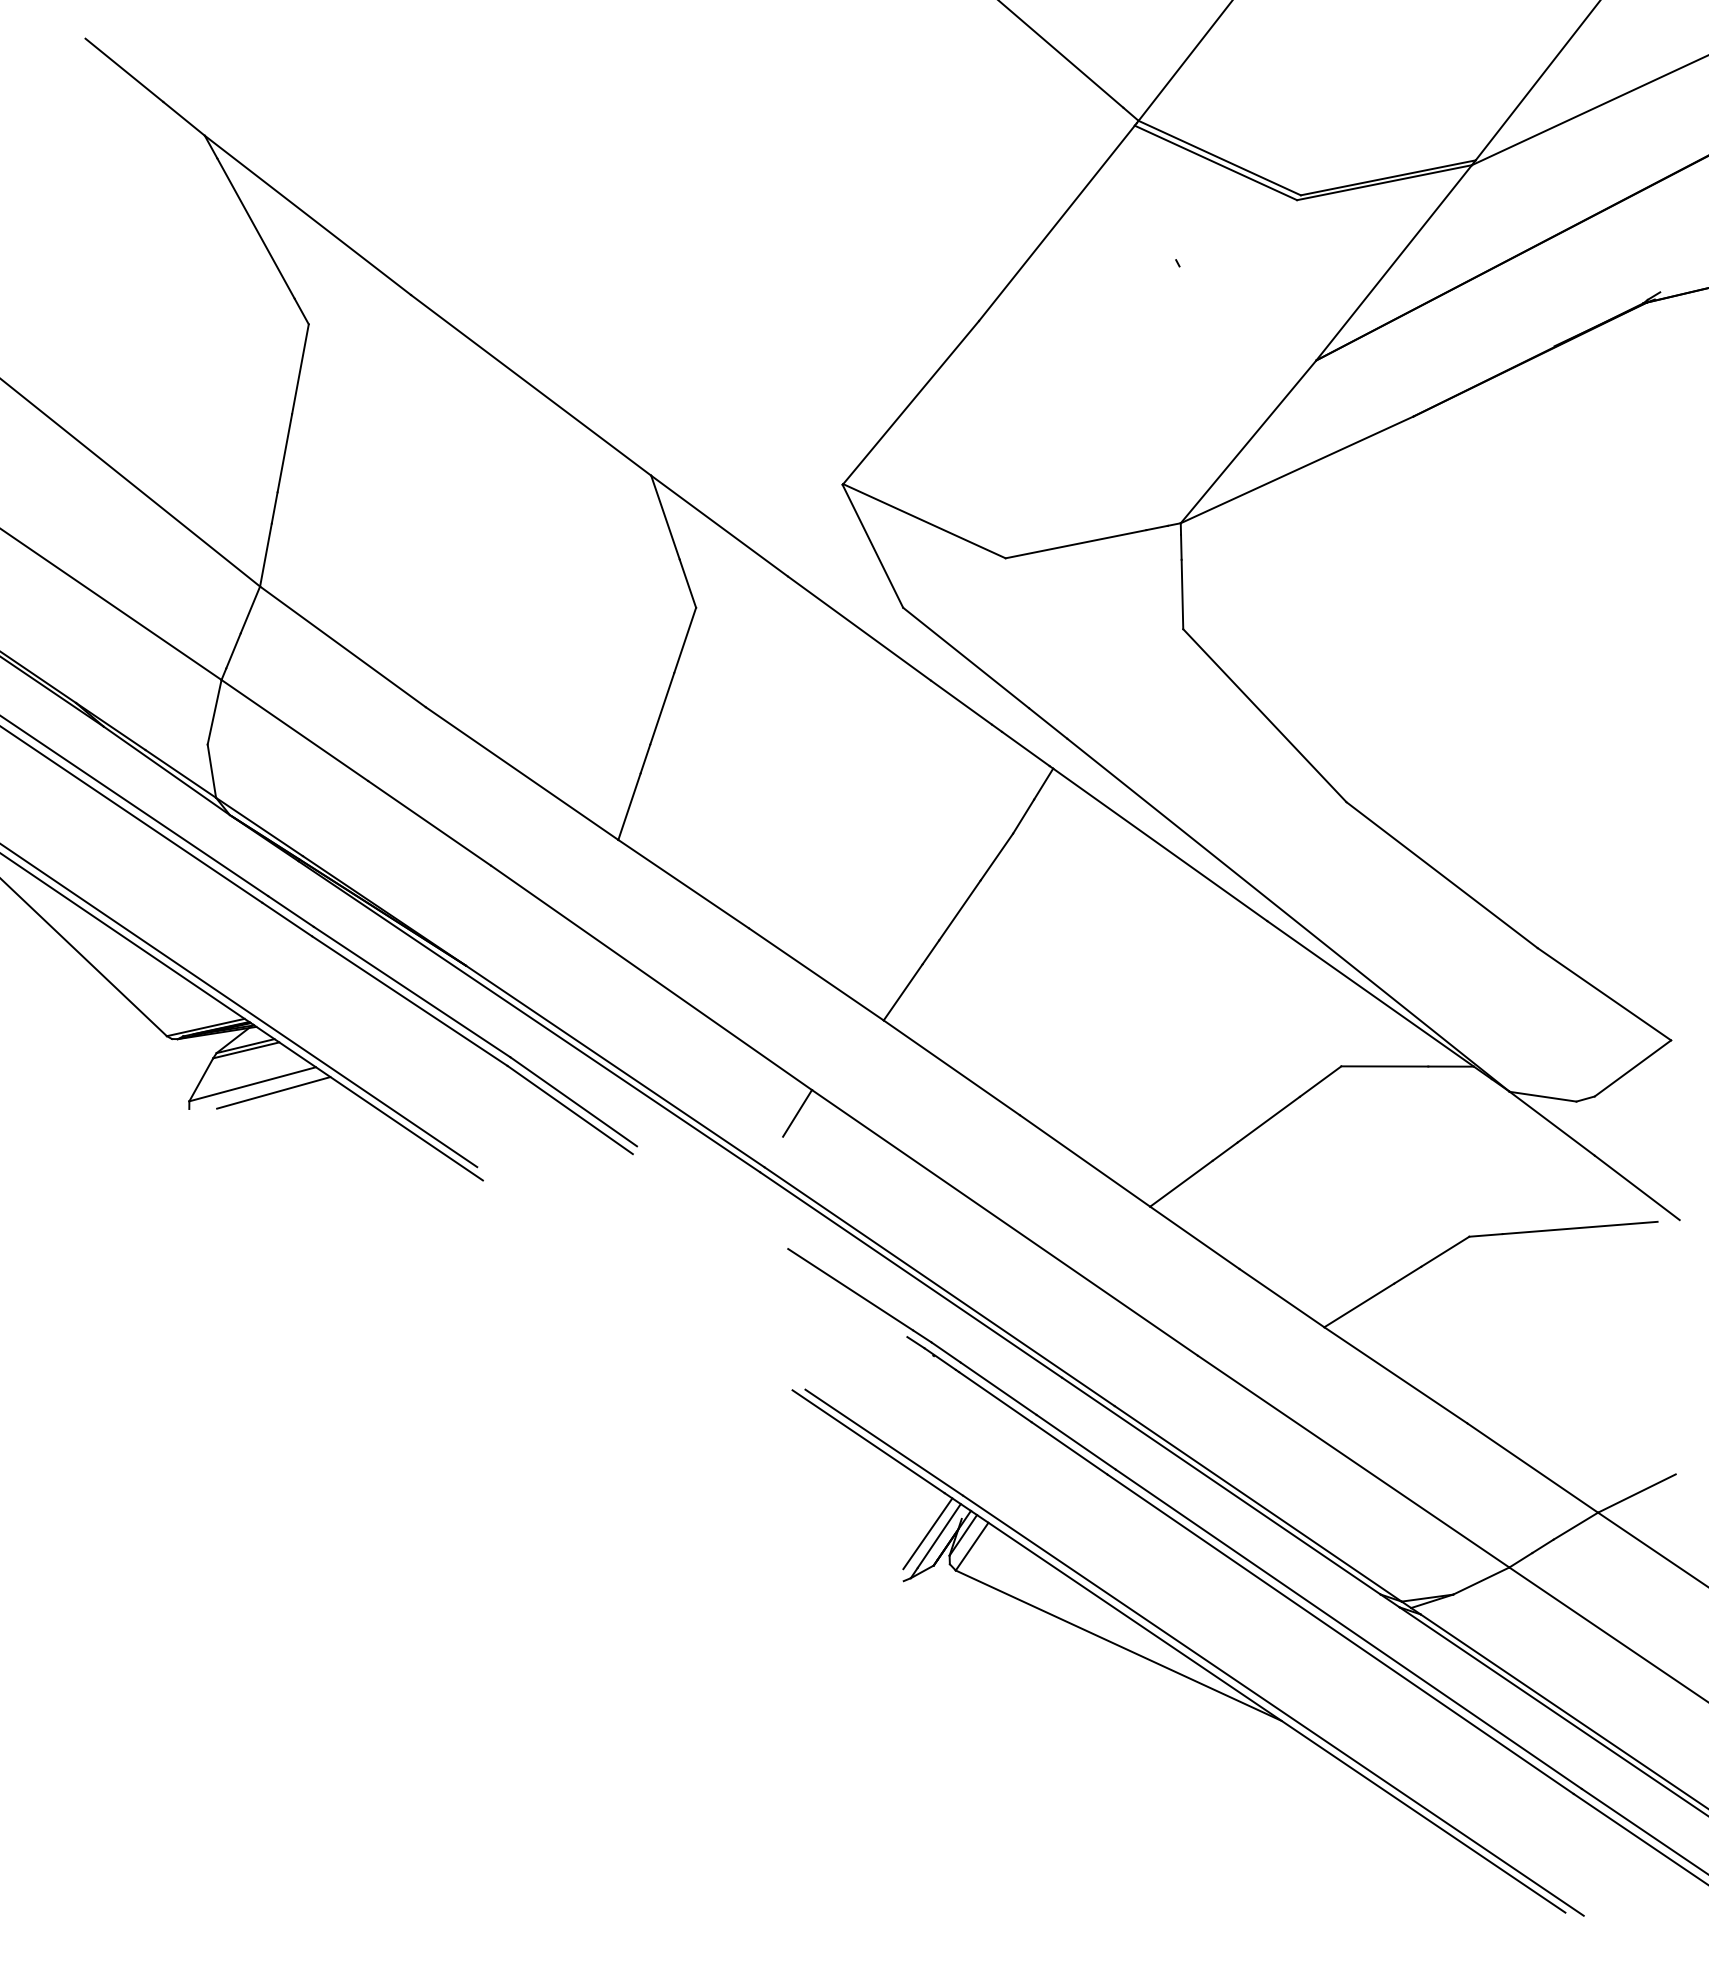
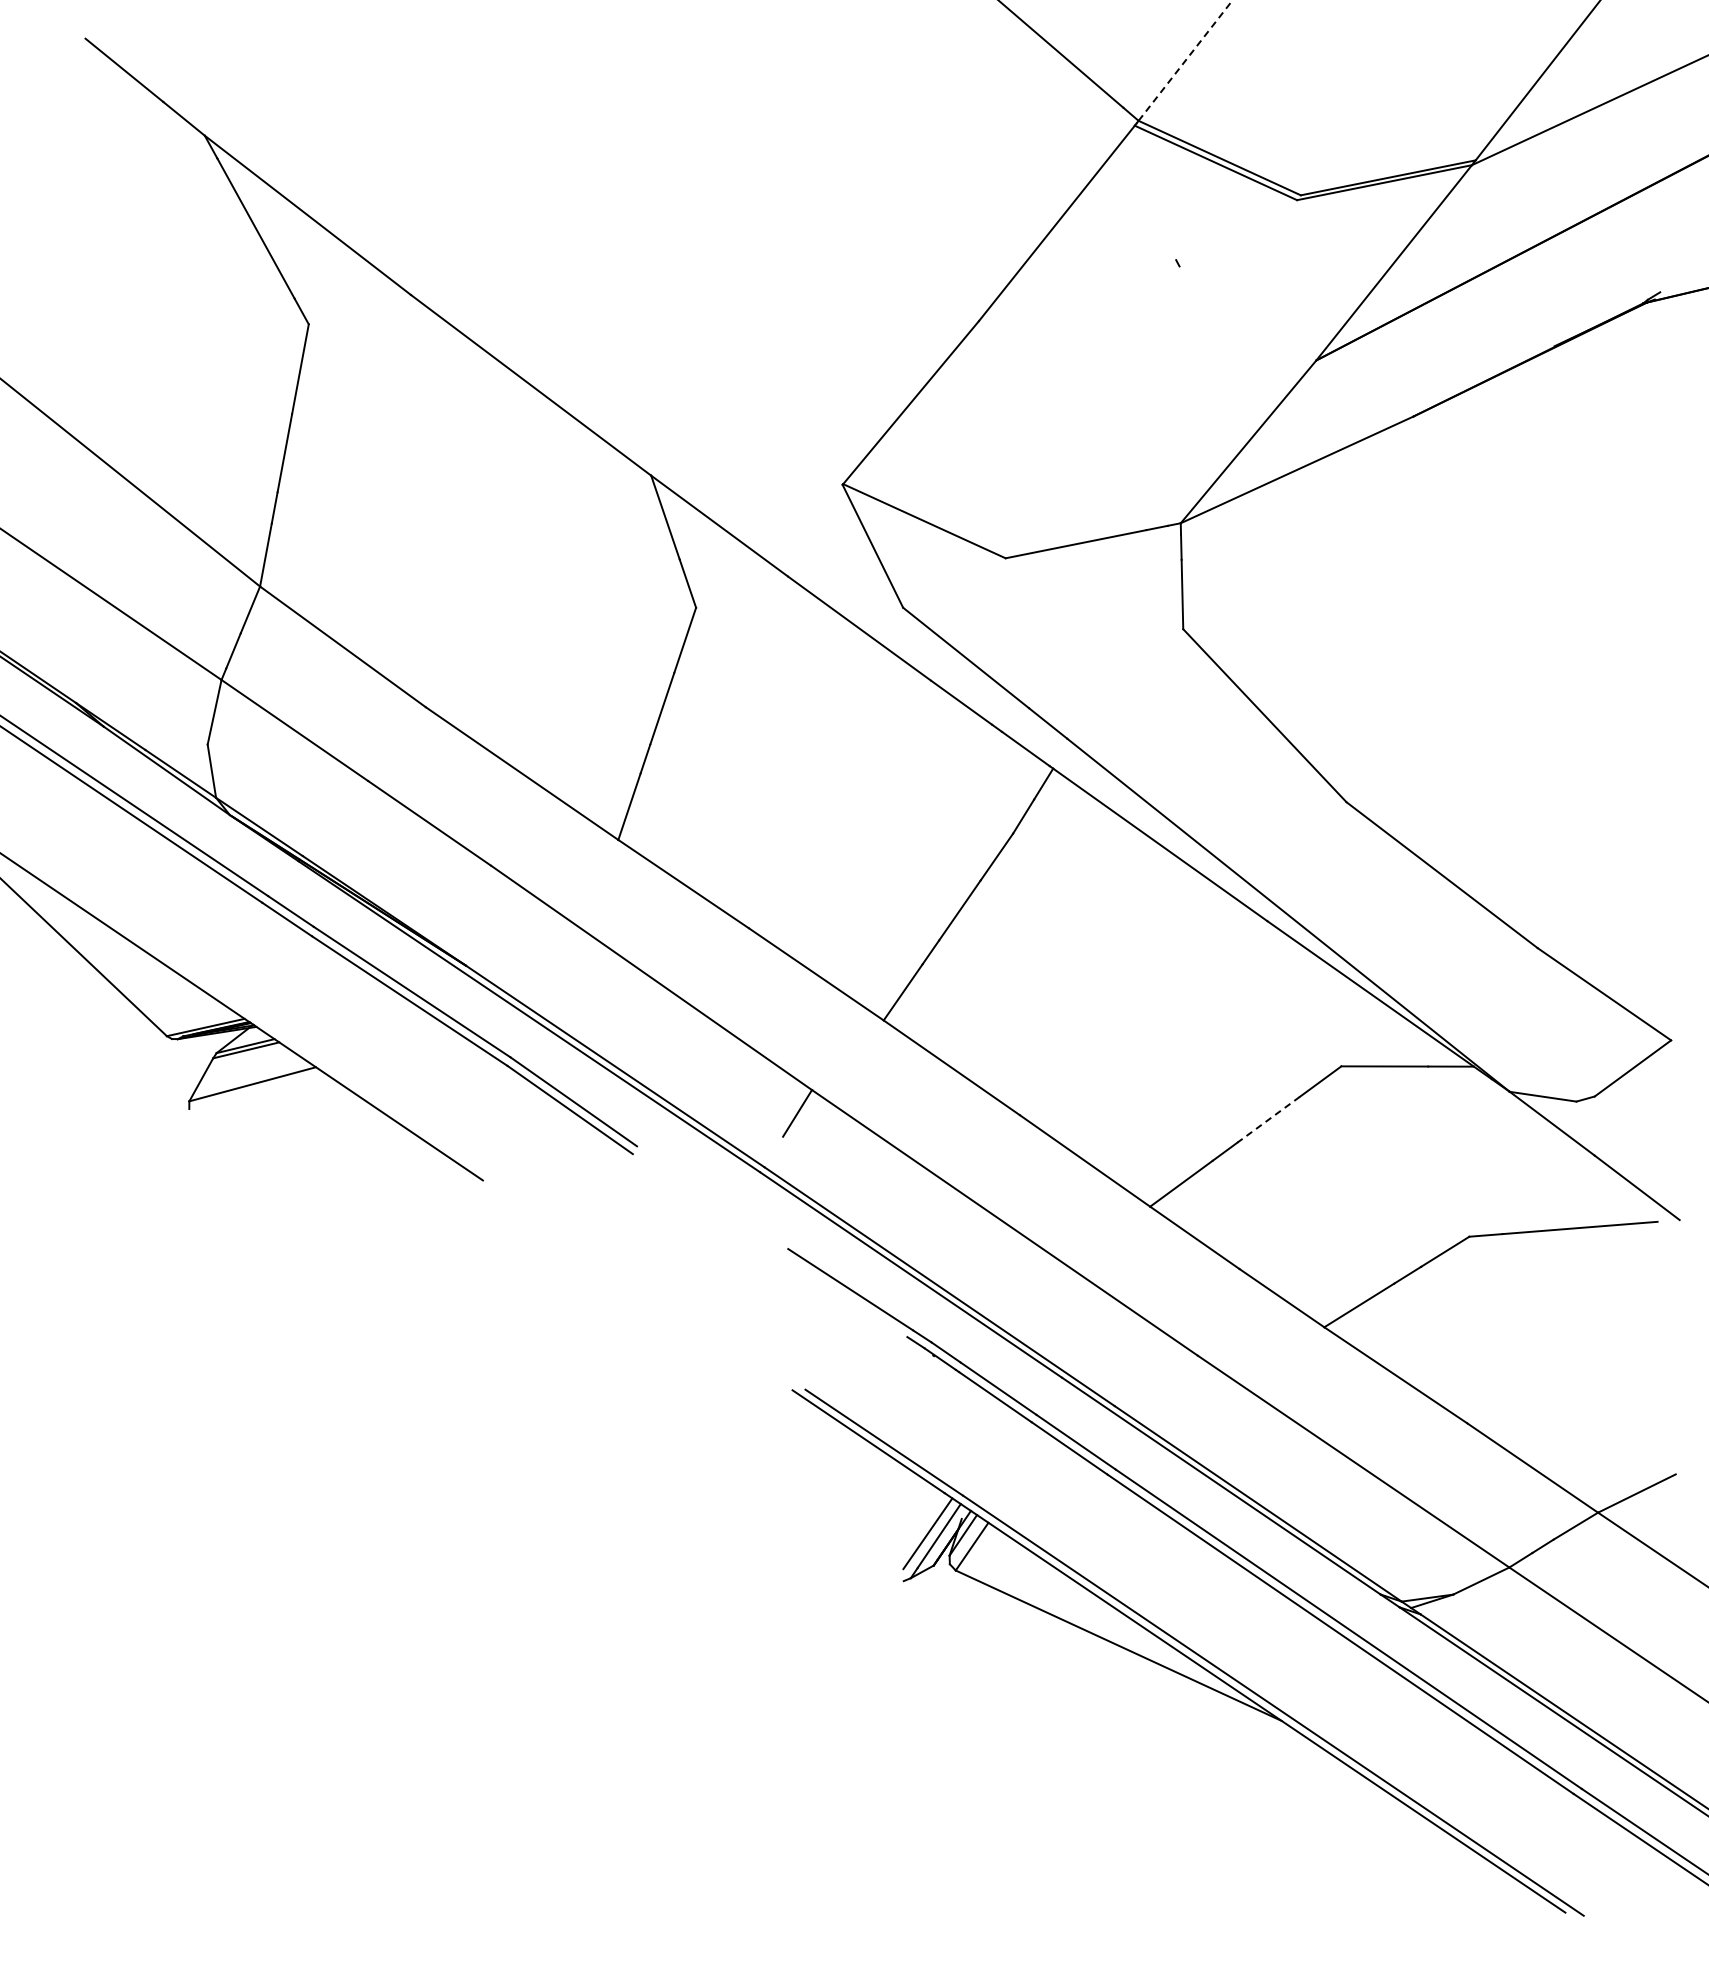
line at (1185, 60): solid -> dashed
line at (239, 1006): present -> none
line at (273, 1092): present -> none
line at (1268, 1119): solid -> dashed
